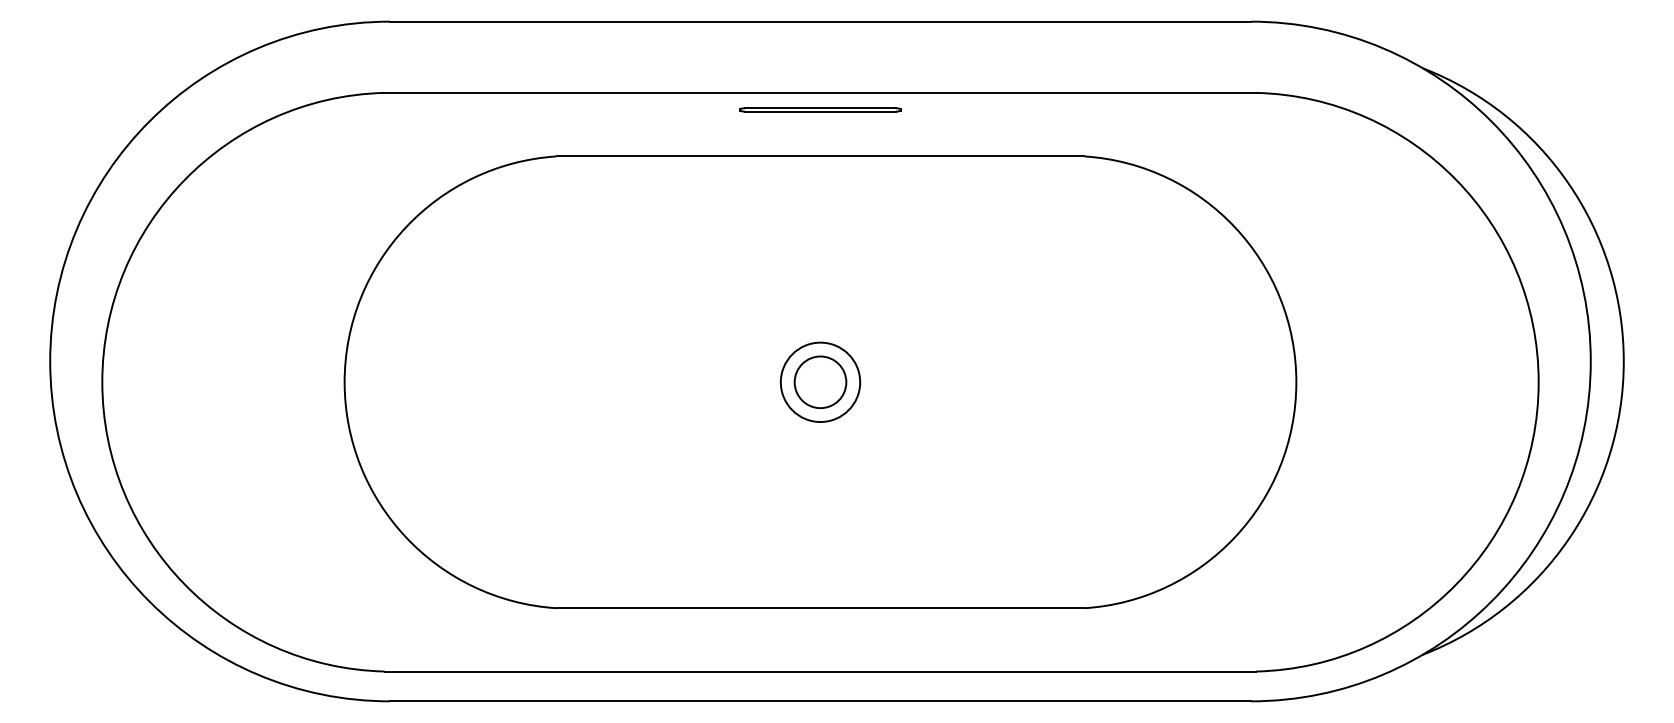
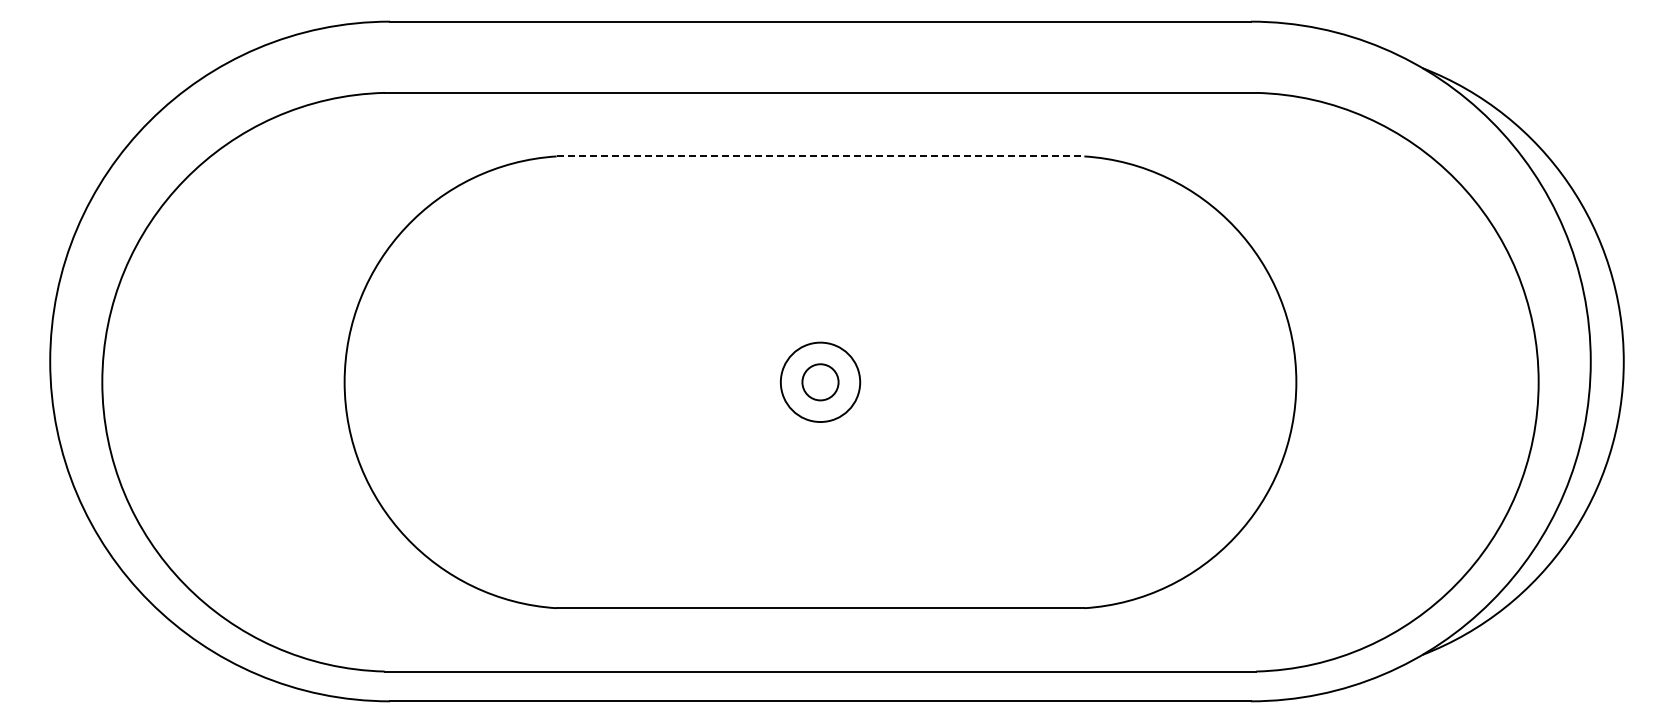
part at (820, 109): present -> none
line at (820, 156): solid -> dashed
circle at (820, 382) diameter: 52 px -> 36 px
